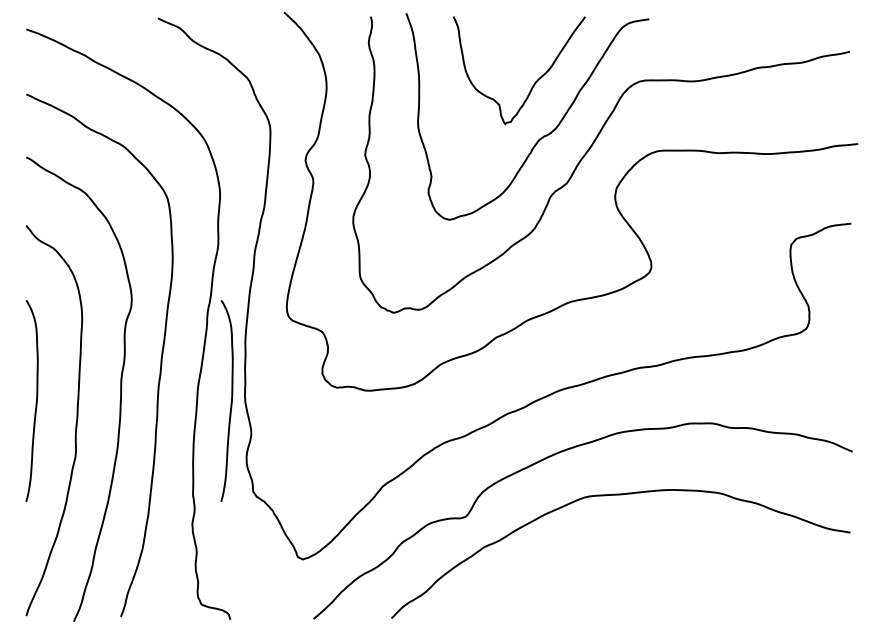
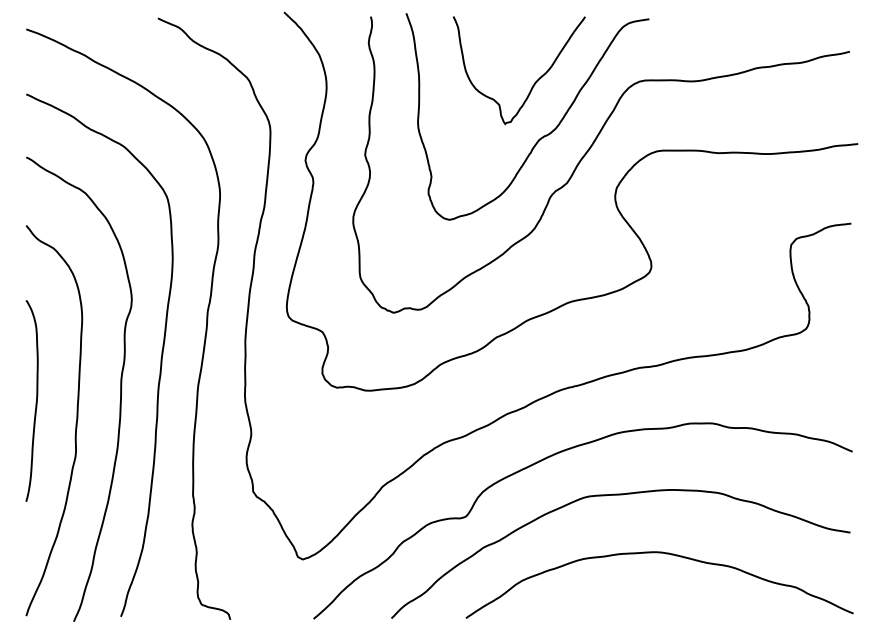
curve at (230, 402): present -> none
curve at (666, 554): none -> present
